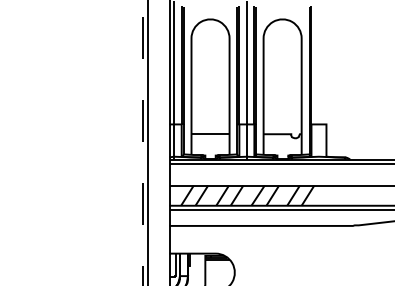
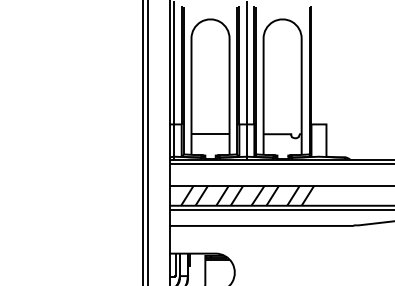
line at (143, 143): dashed -> solid
